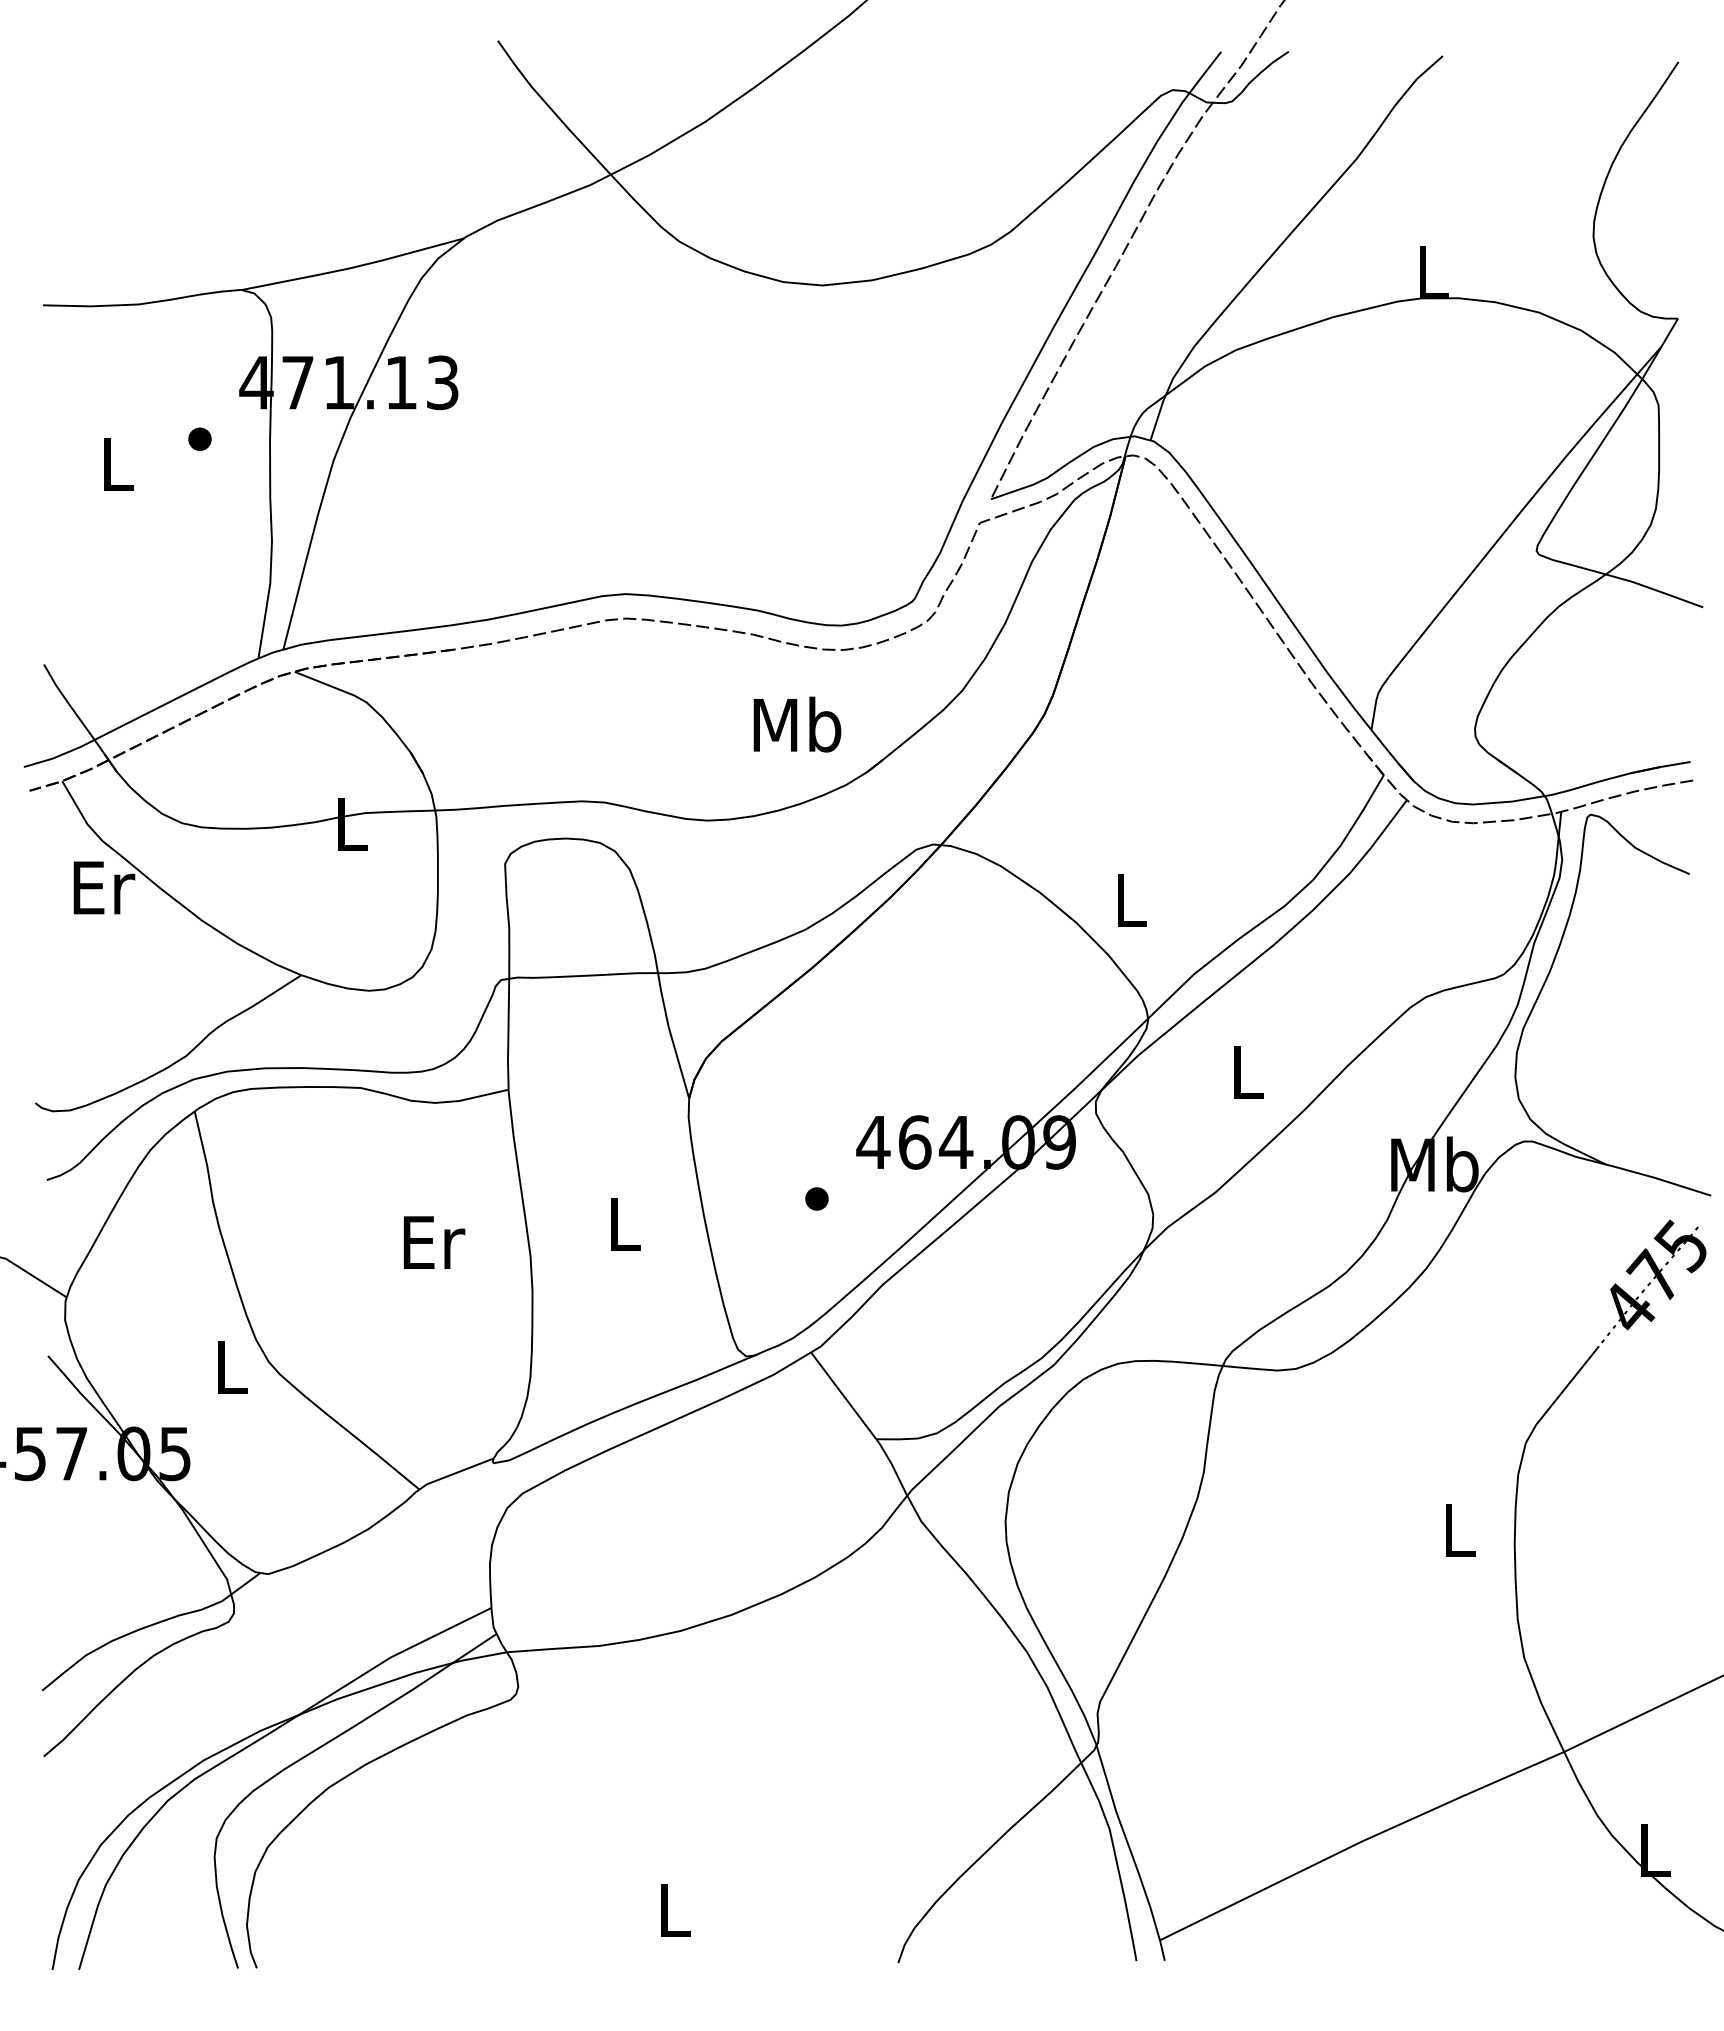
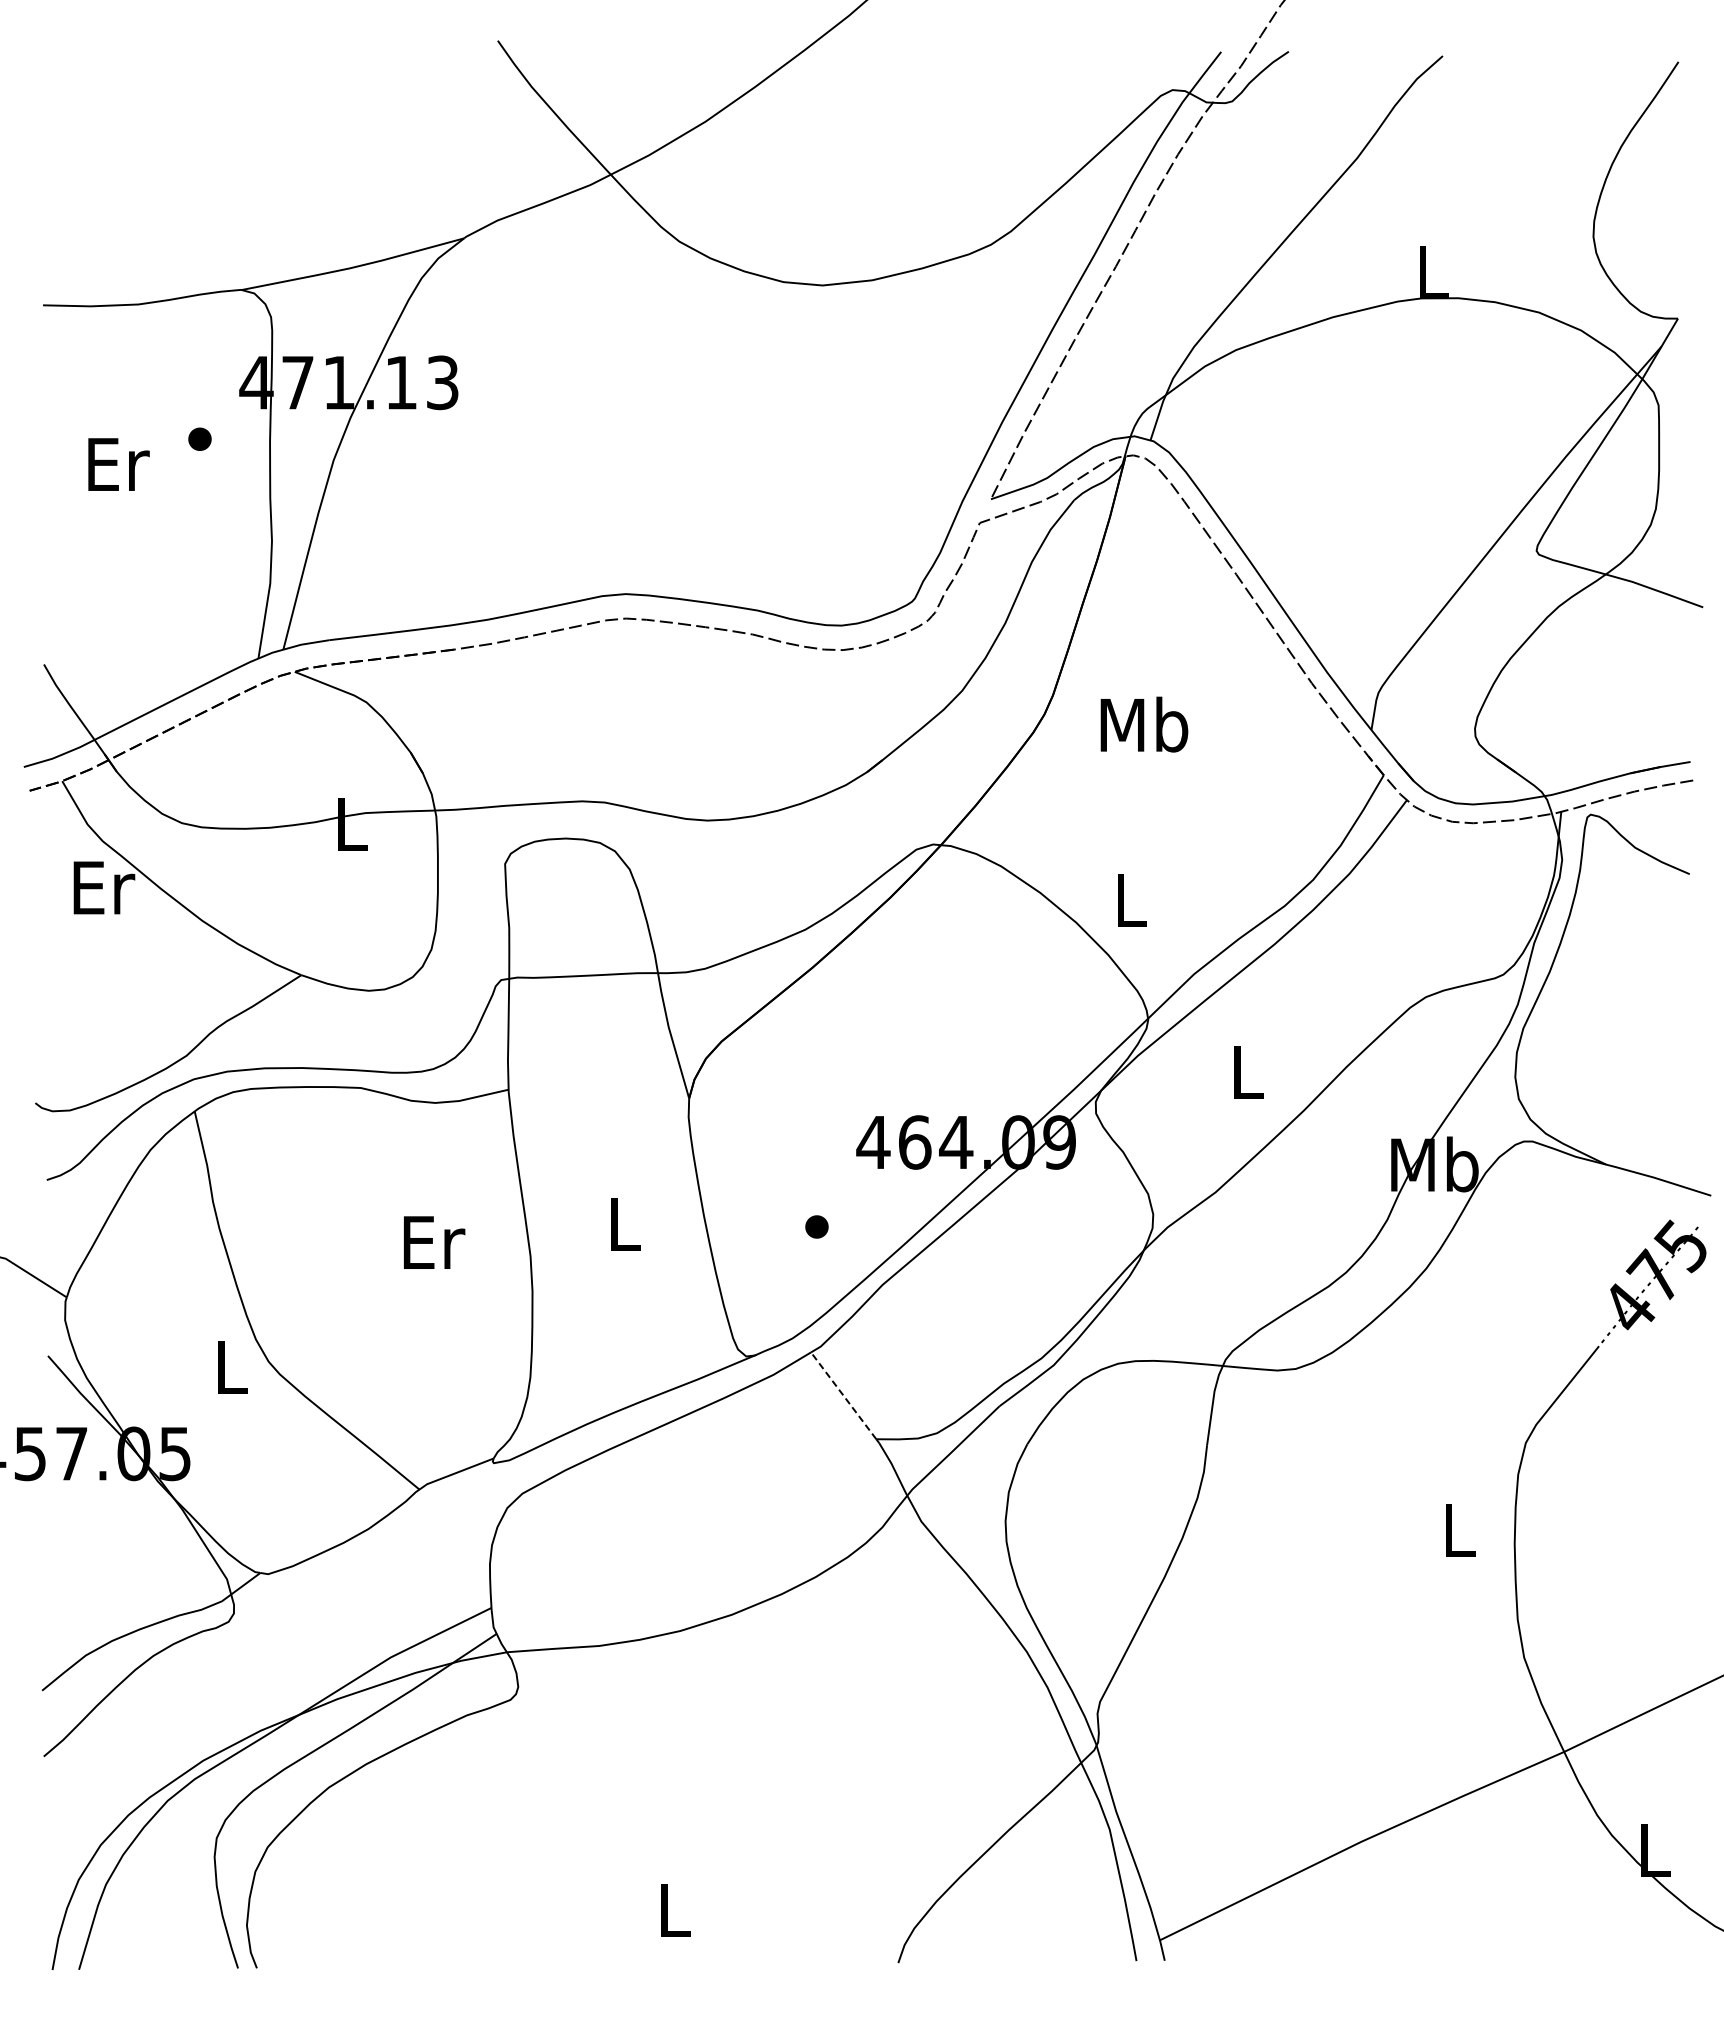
text at (118, 464): L -> Er
text at (797, 724) position: (797, 724) -> (1144, 724)
part at (816, 1198) position: (816, 1198) -> (816, 1226)
line at (843, 1396): solid -> dashed
